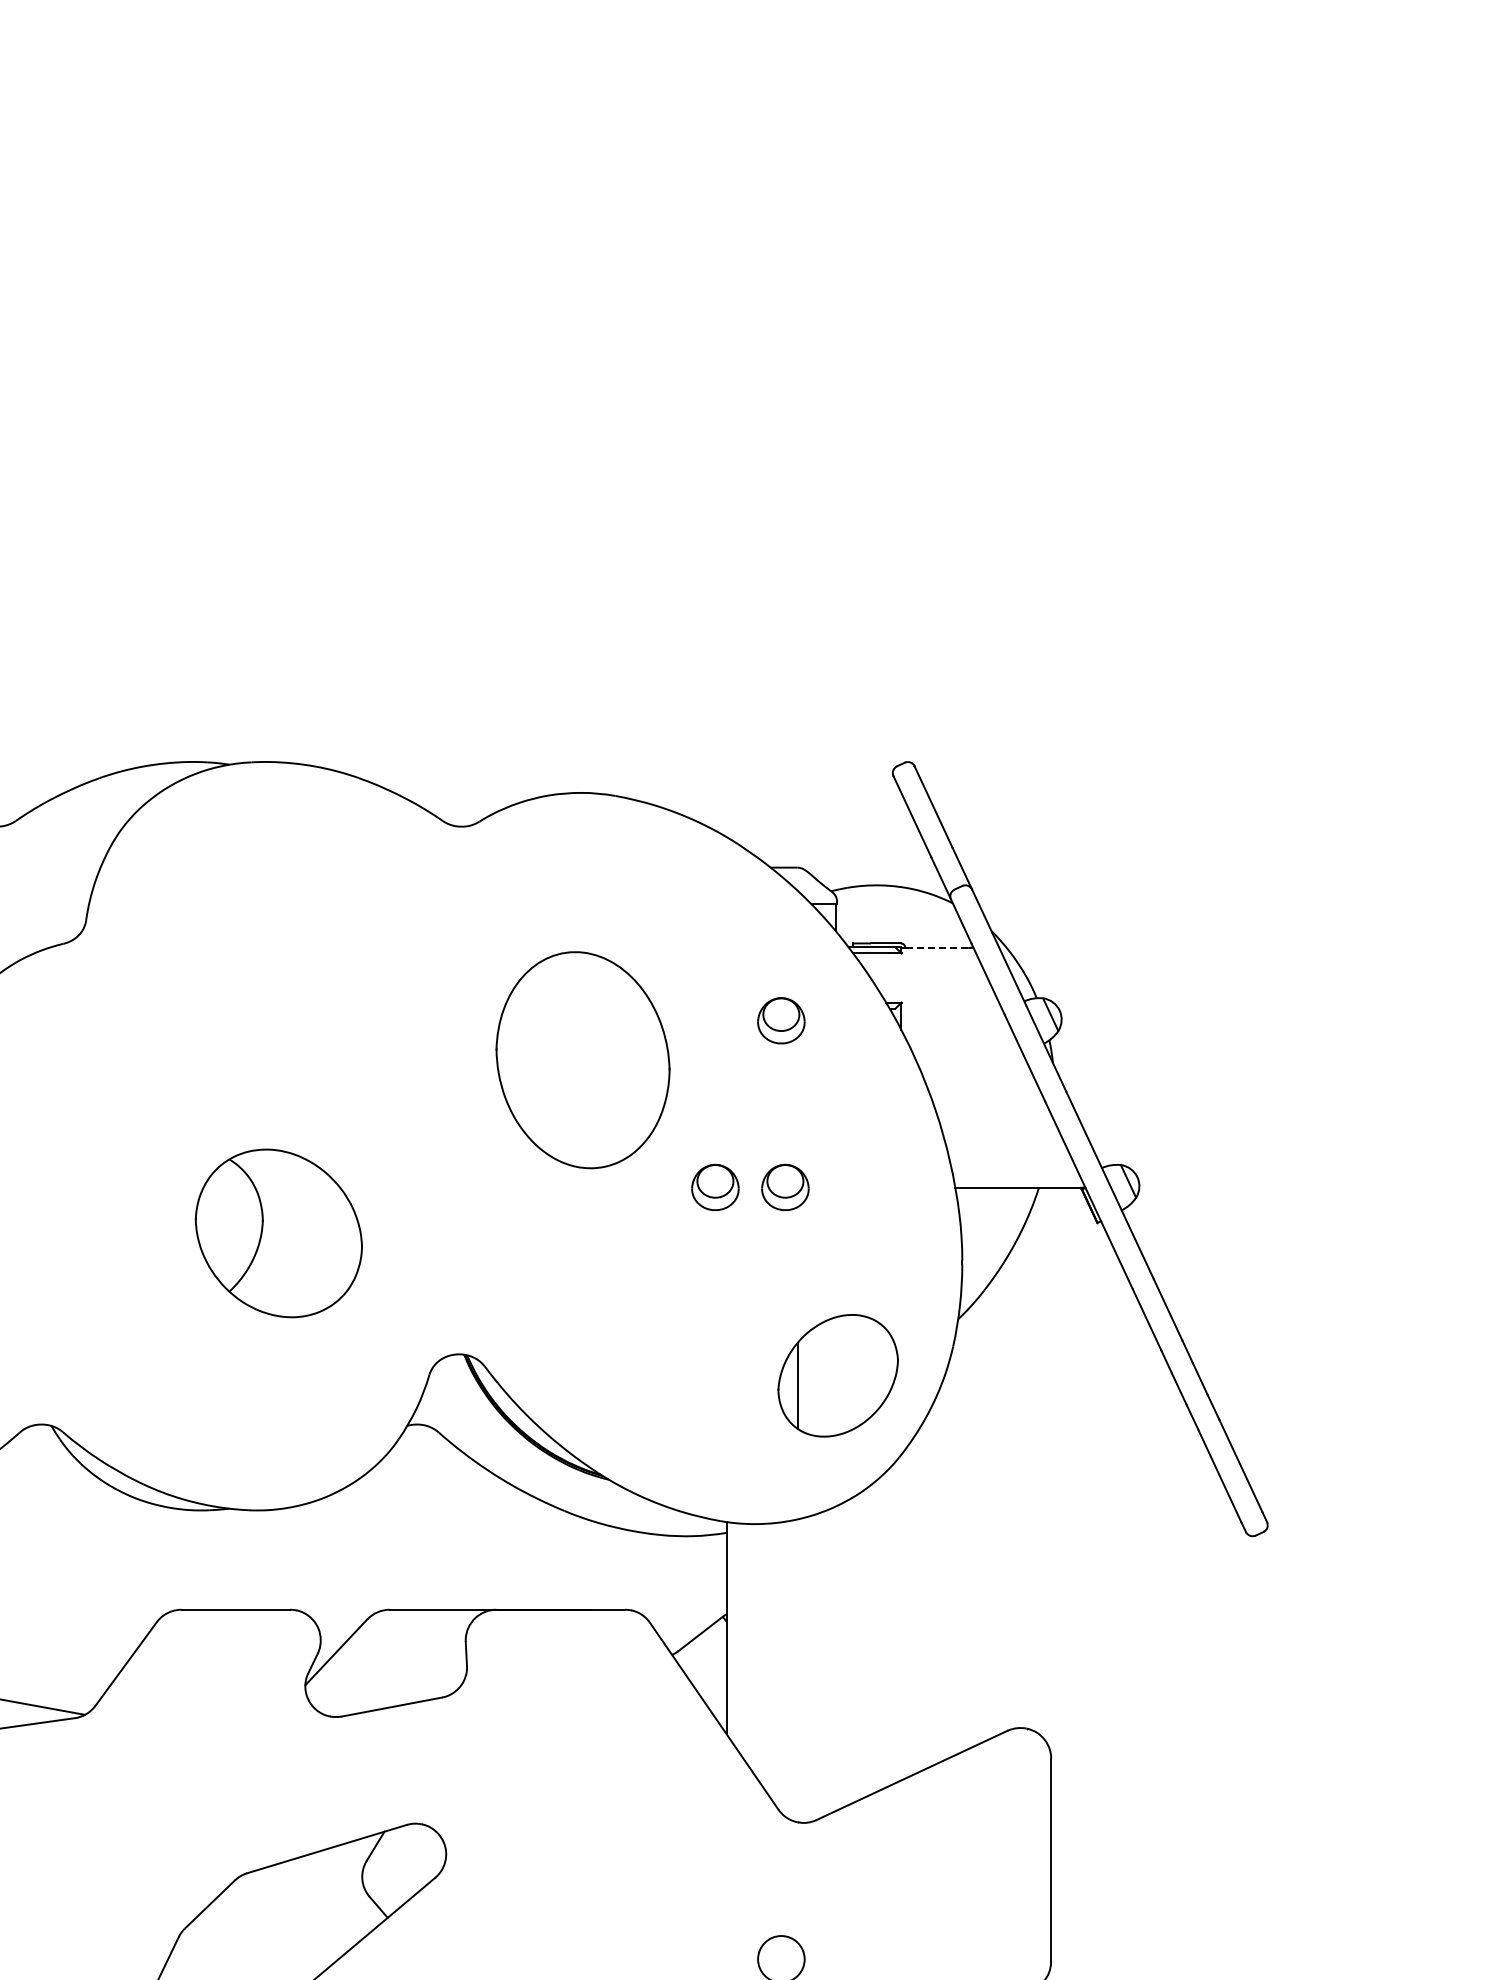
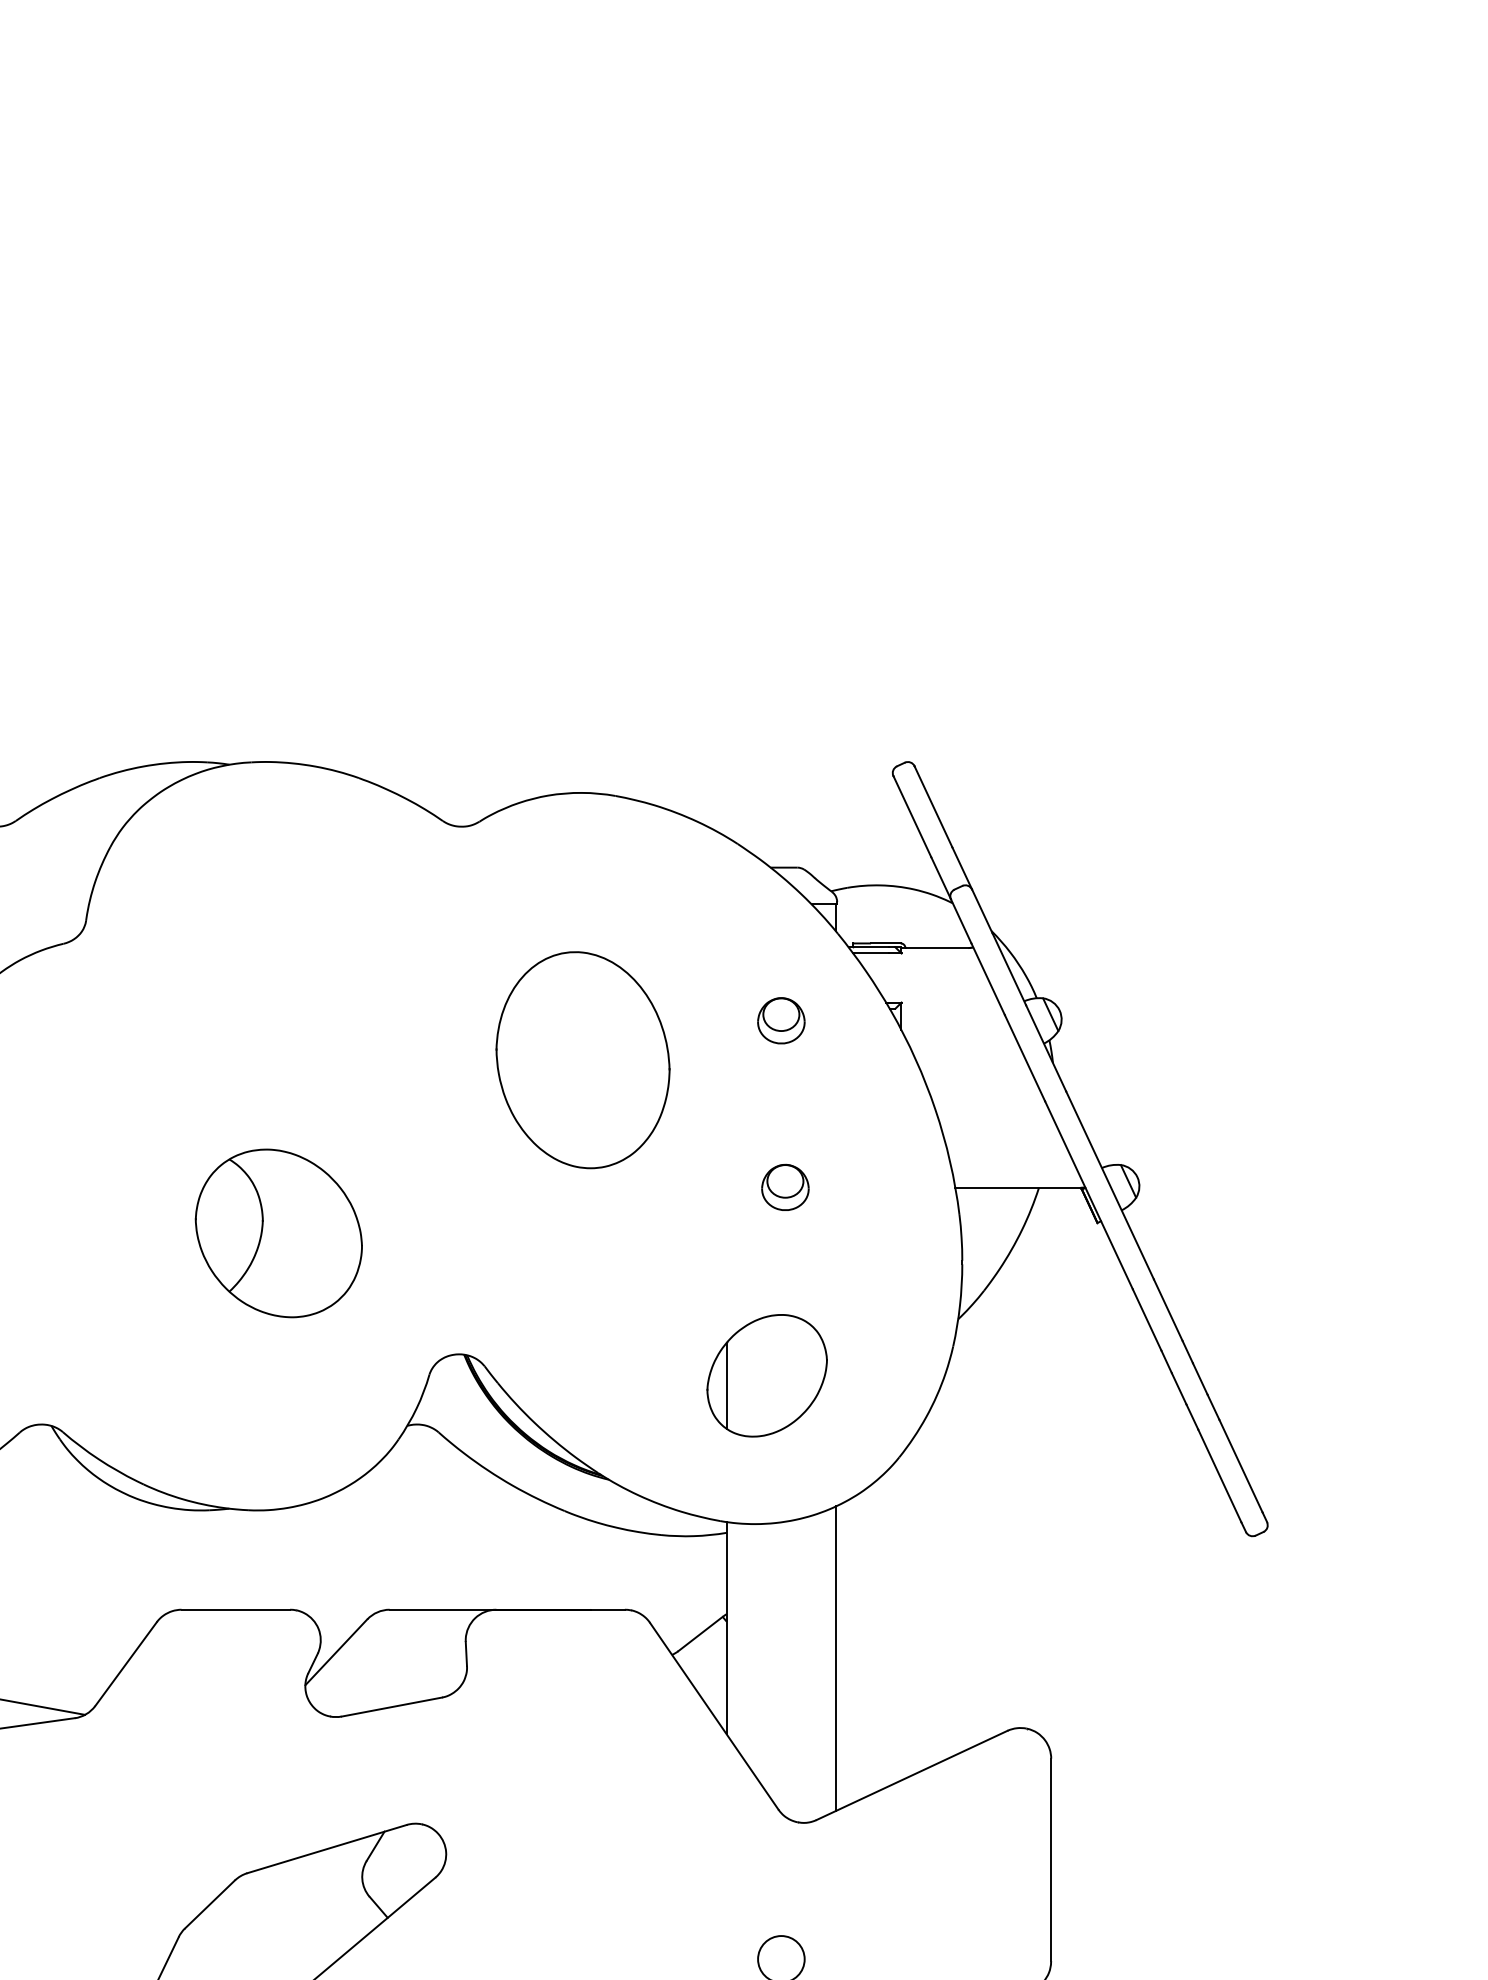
line at (937, 948): dashed -> solid
part at (715, 1186): present -> none
part at (837, 1375) position: (837, 1375) -> (766, 1375)
line at (835, 1658): none -> present
